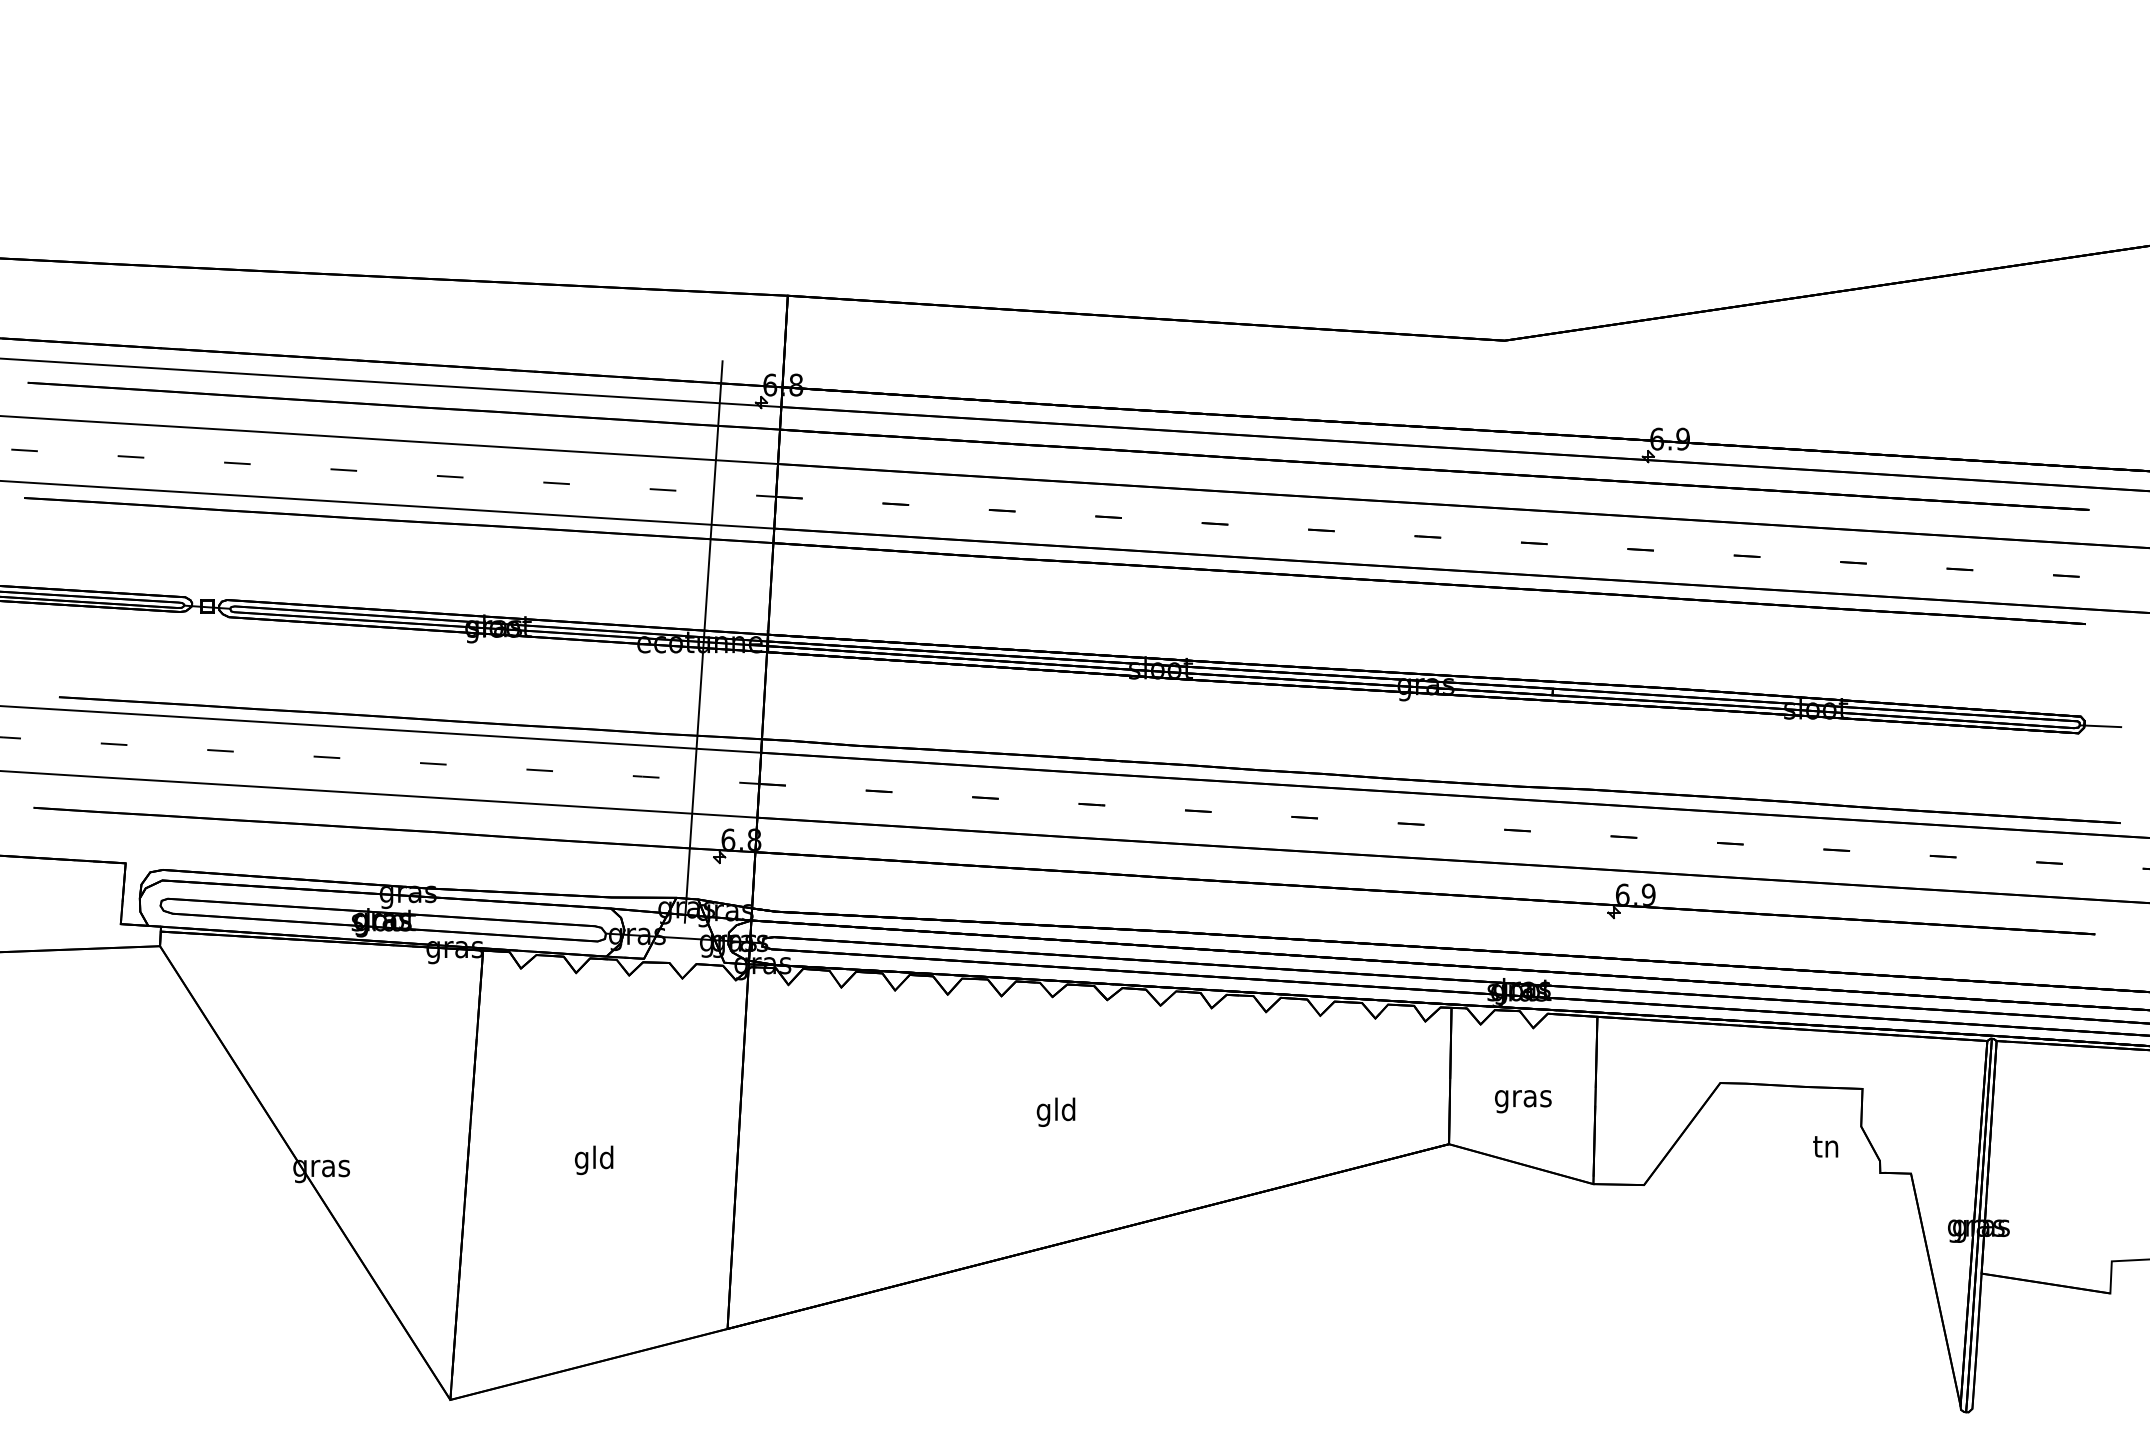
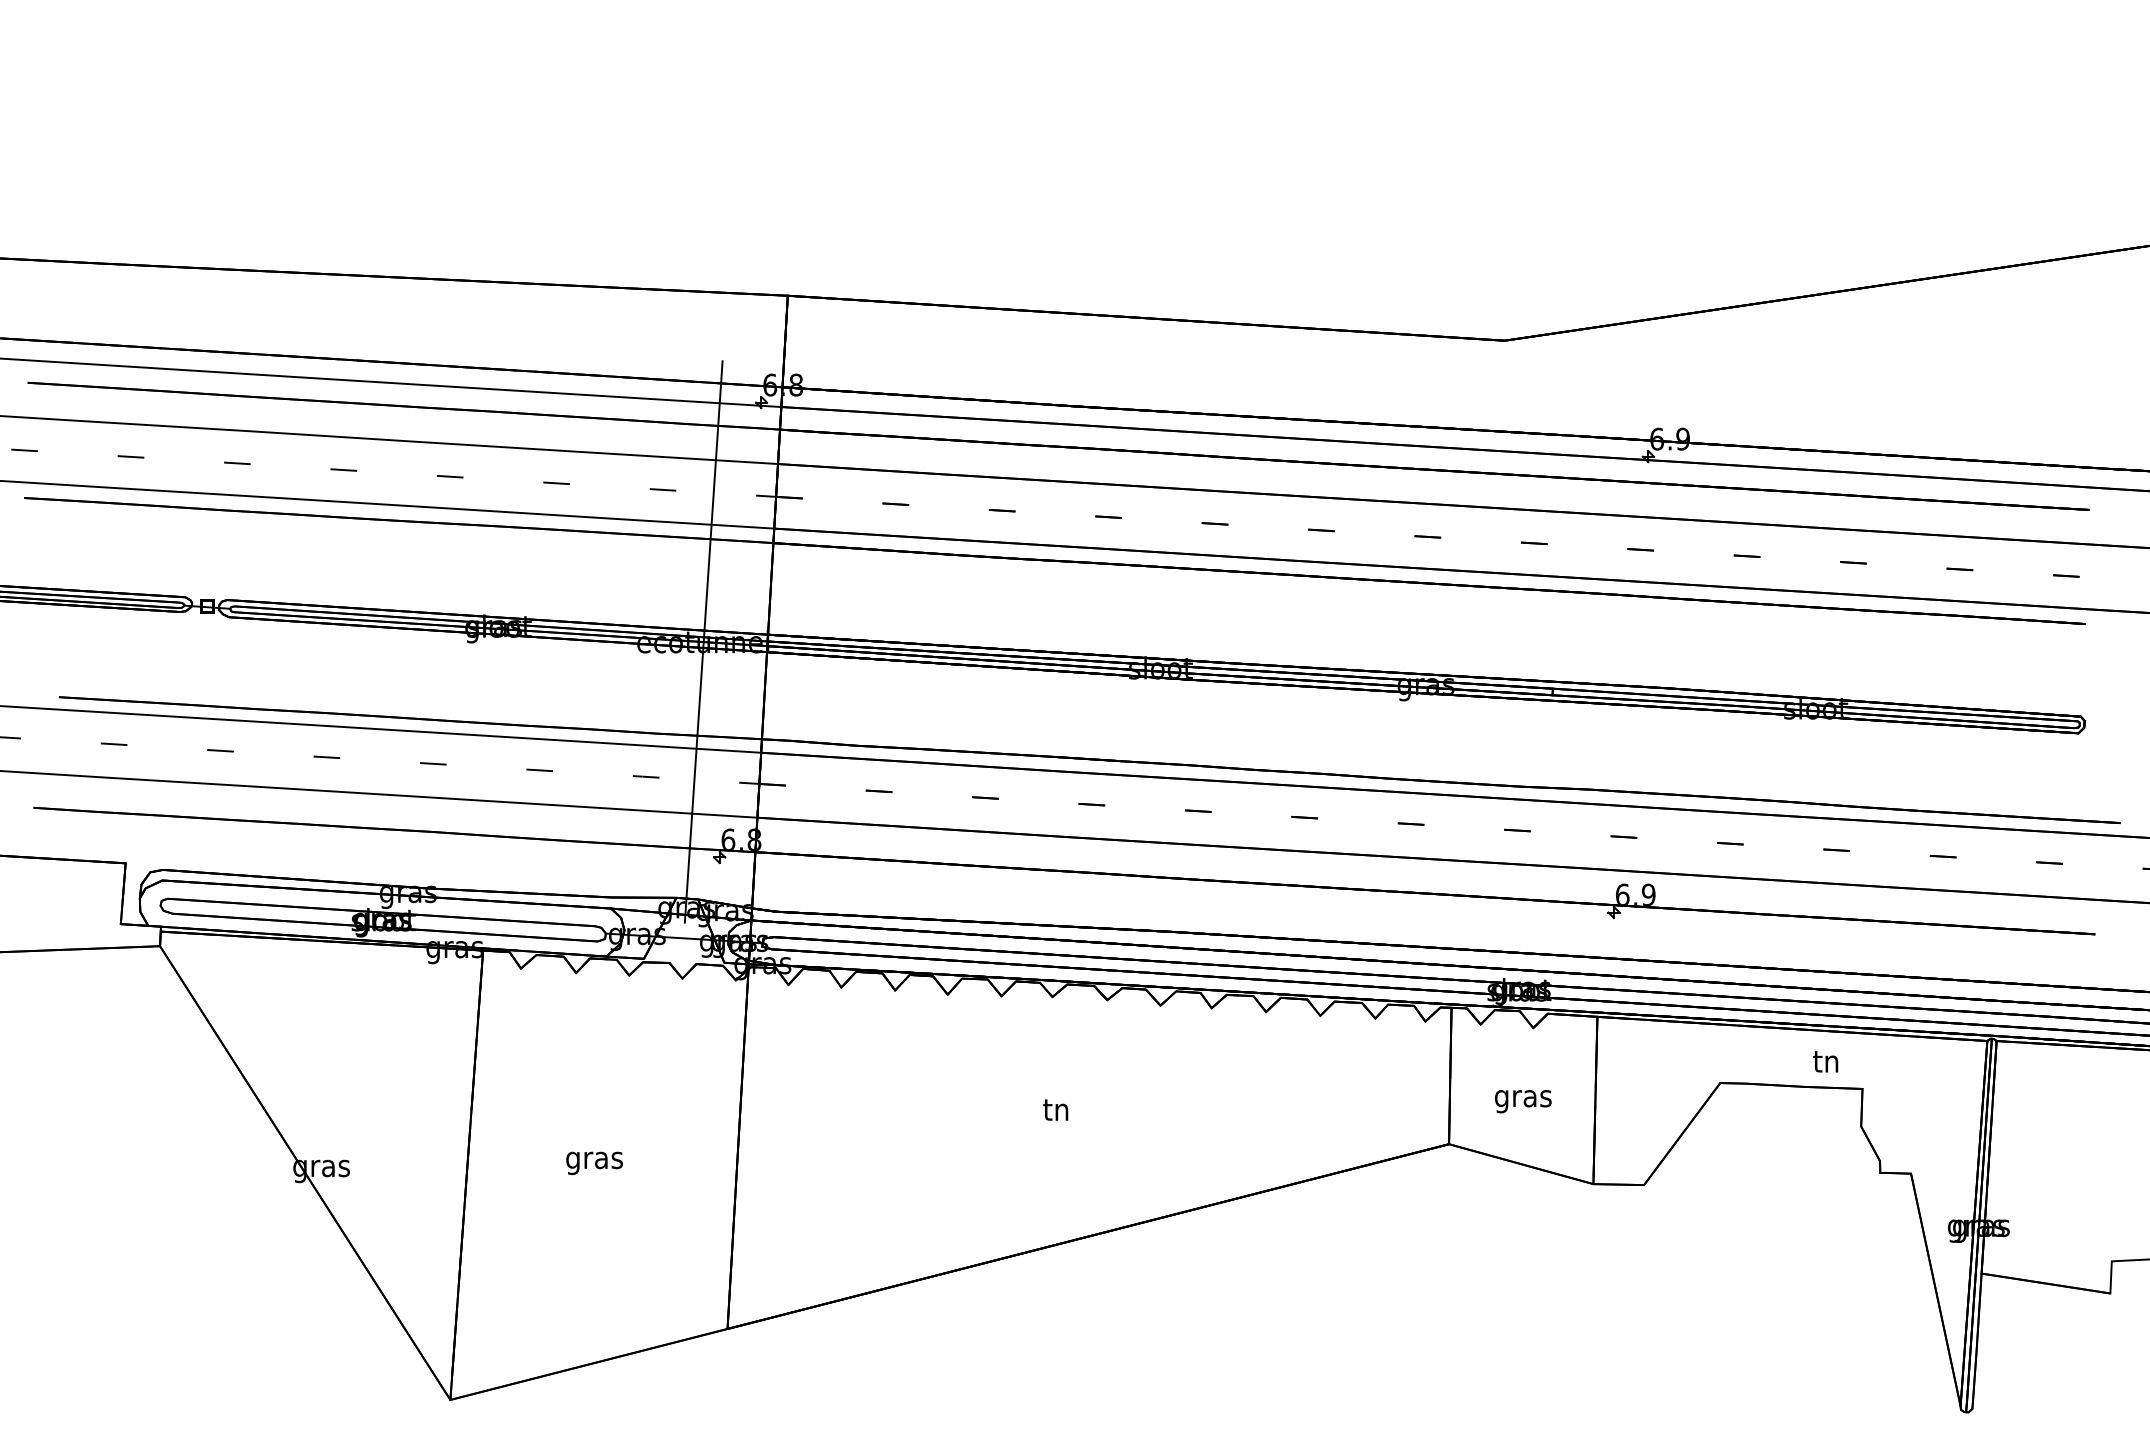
line at (2100, 726): present -> none
text at (1055, 1111): gld -> tn
text at (1825, 1146) position: (1825, 1146) -> (1825, 1061)
text at (594, 1160): gld -> gras
